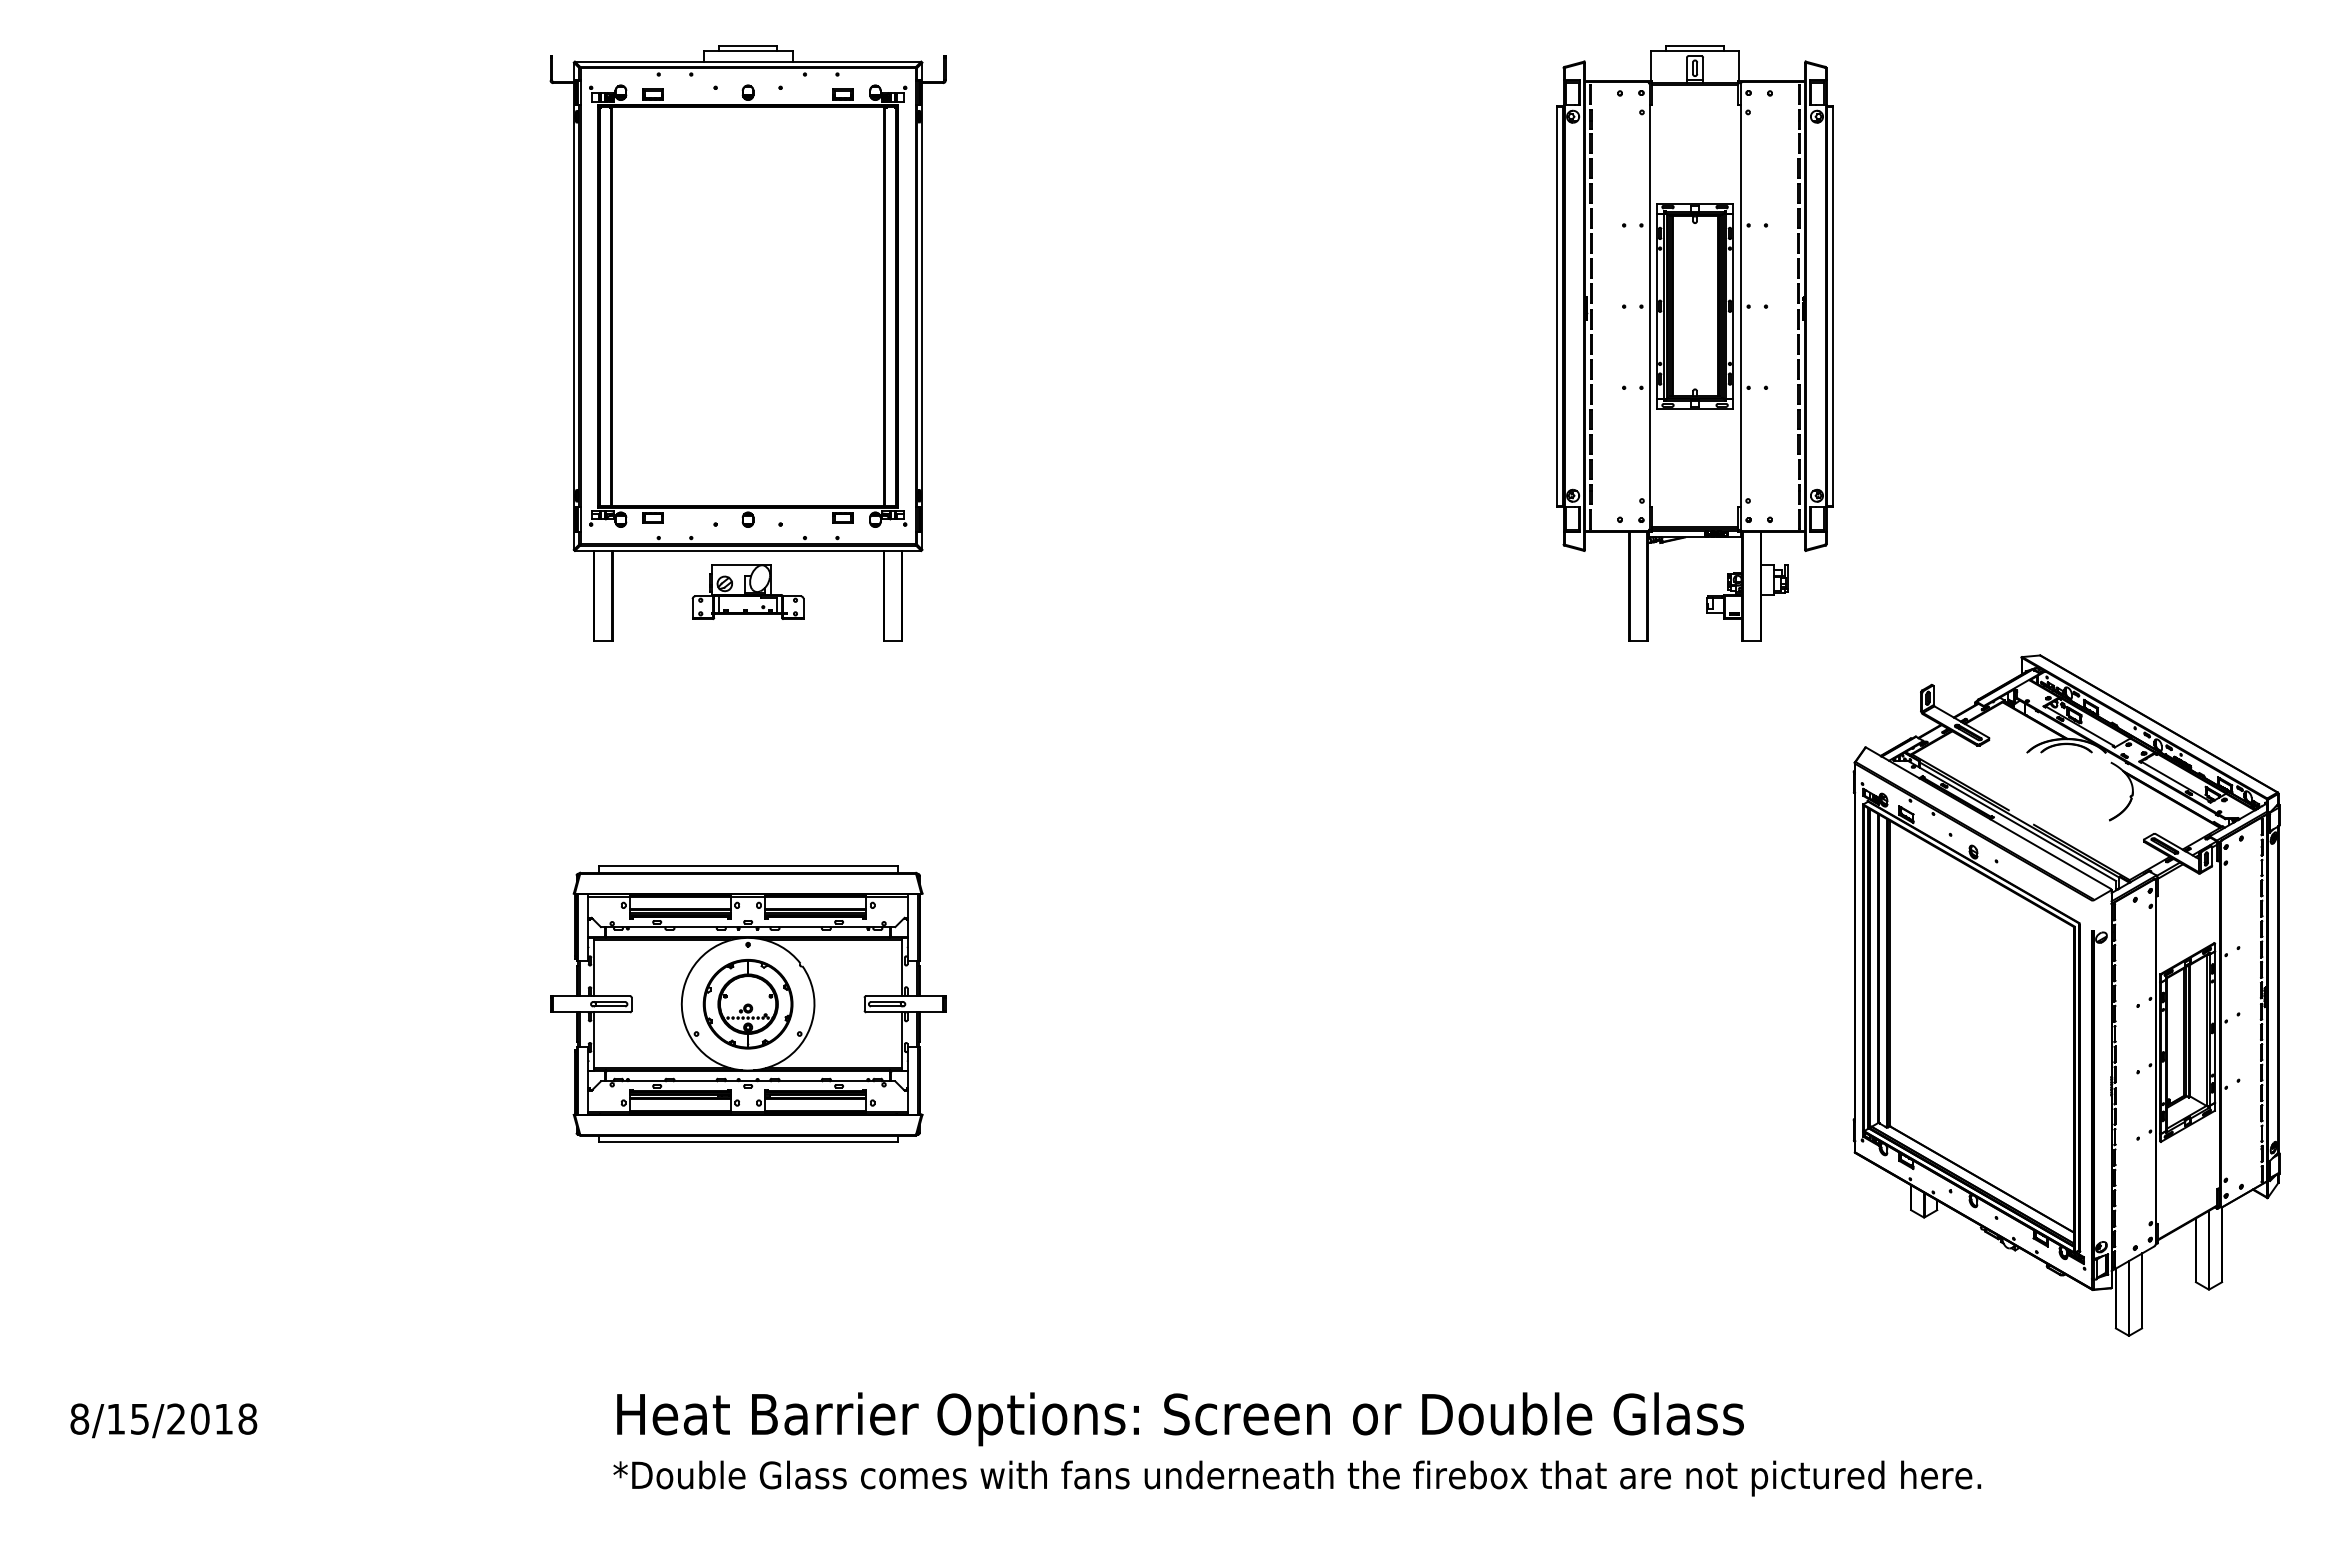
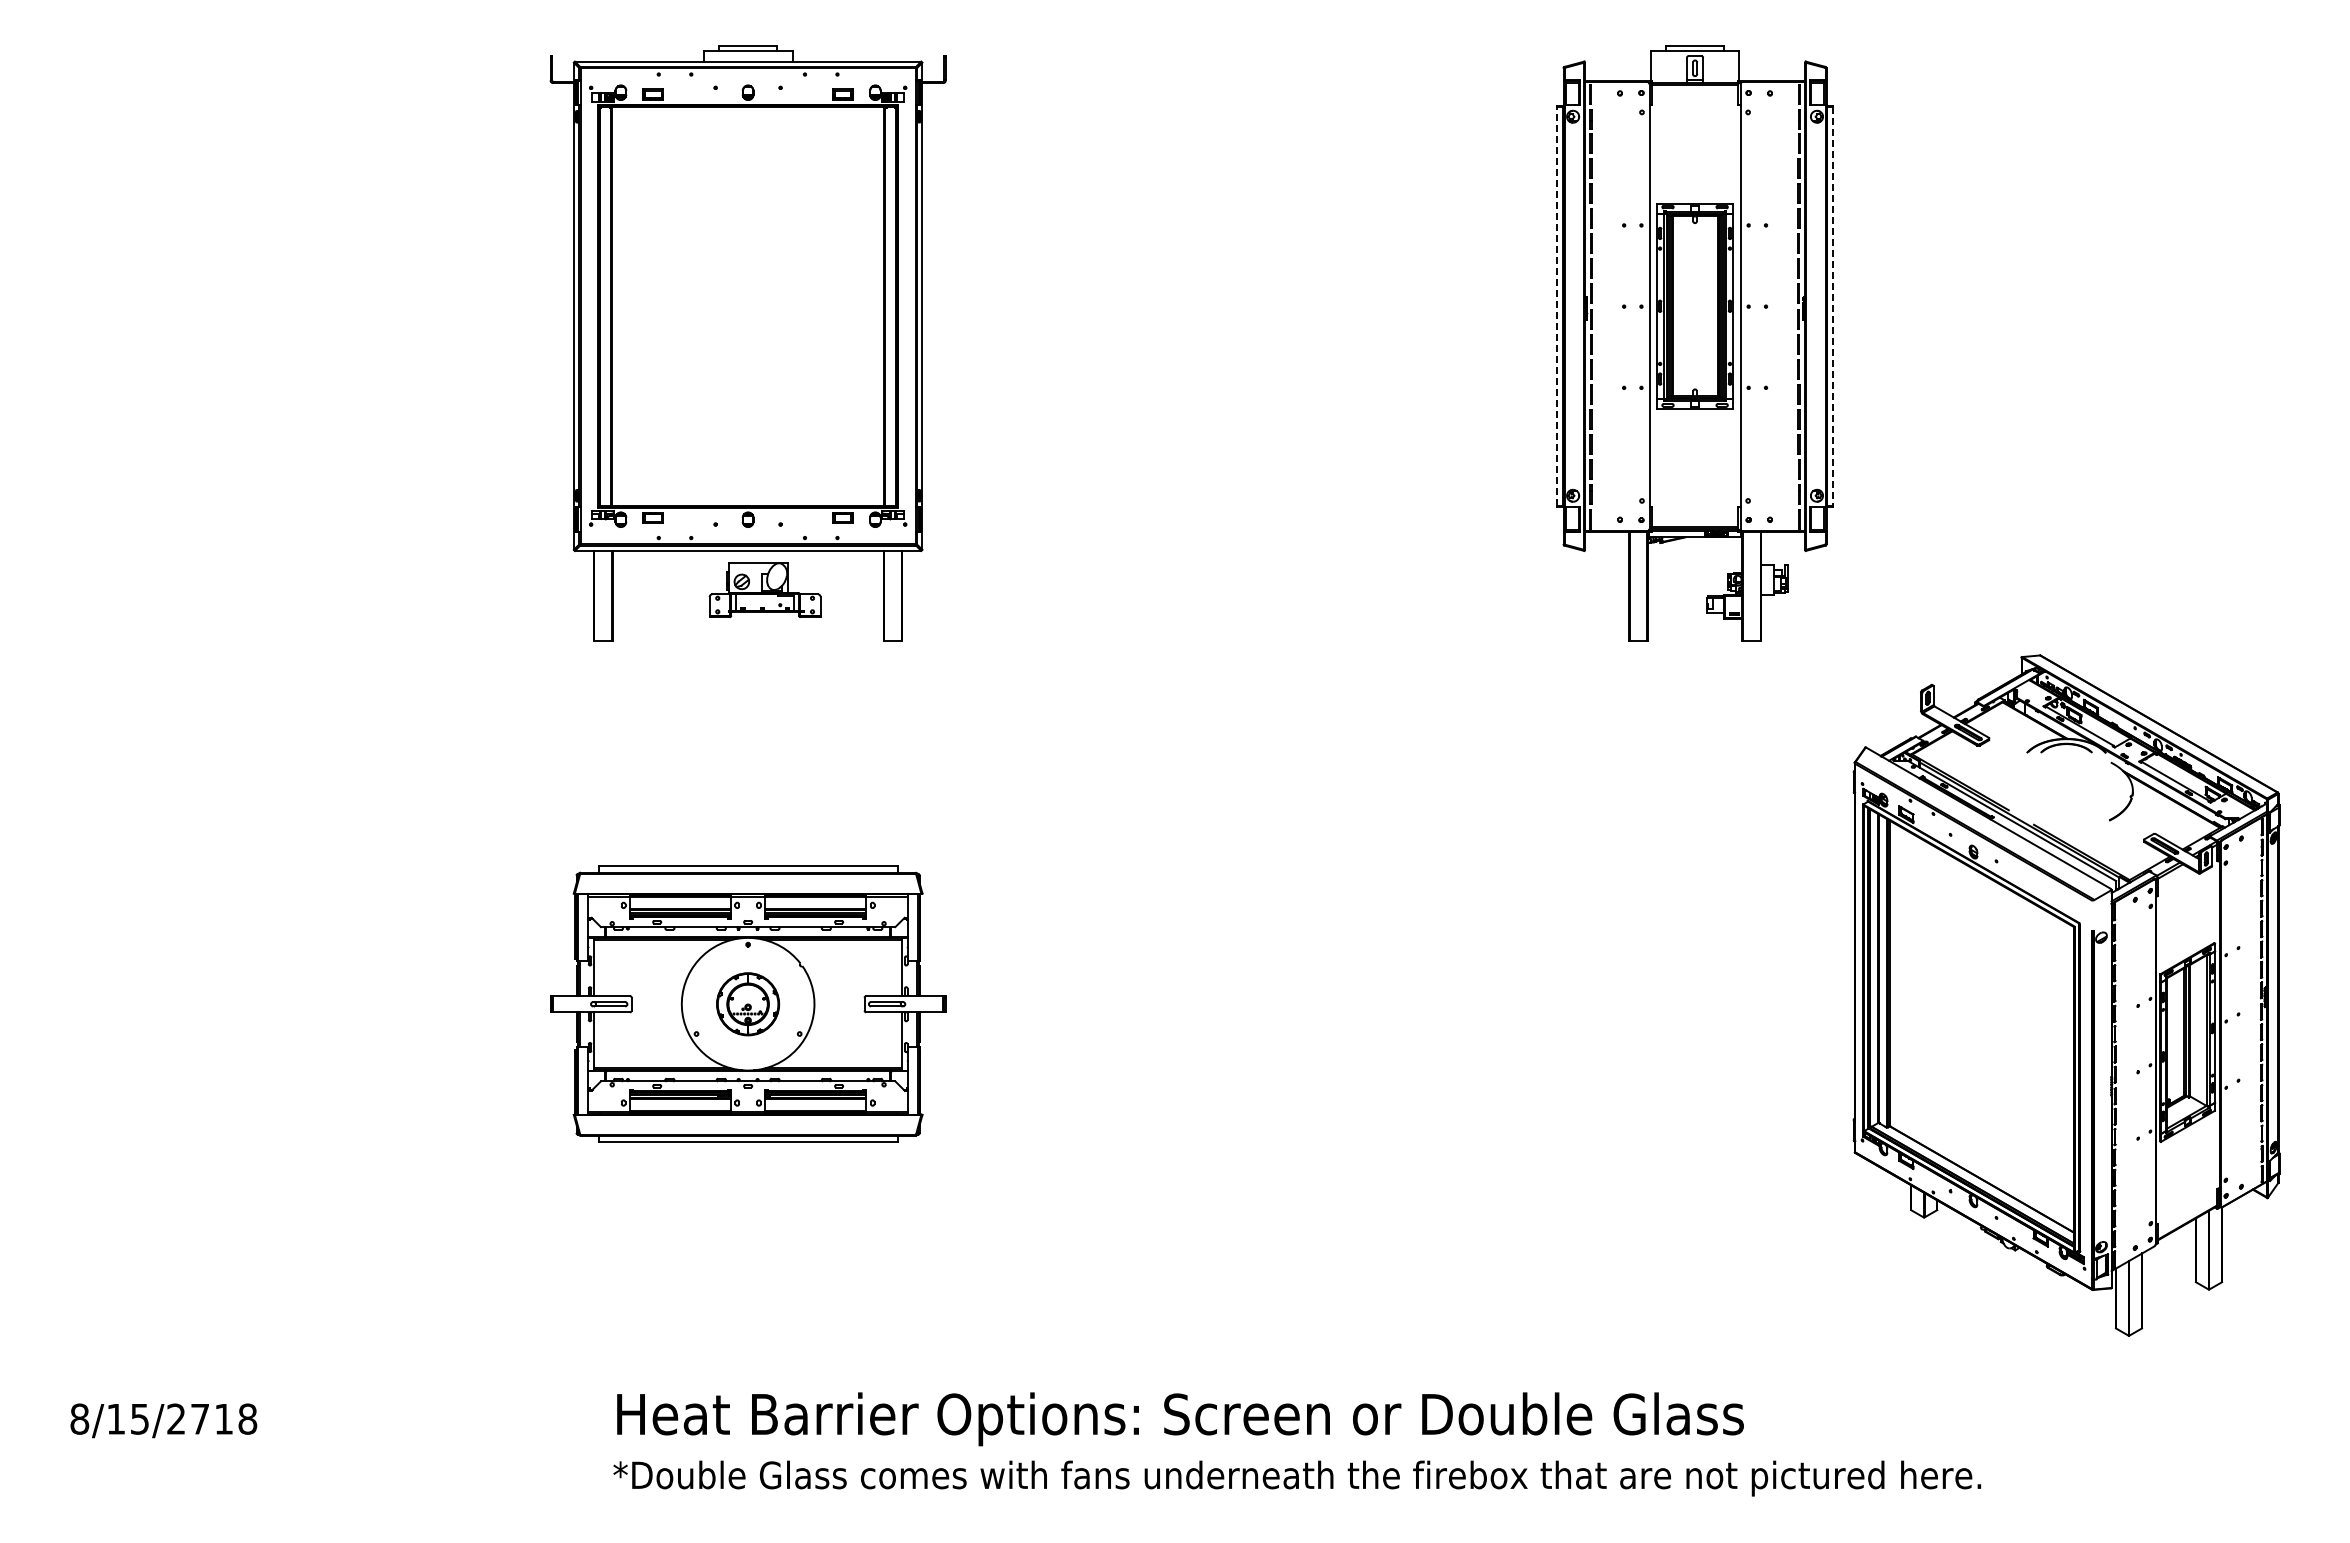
line at (1557, 305): solid -> dashed
line at (1833, 306): solid -> dashed
part at (747, 591) position: (747, 591) -> (764, 589)
part at (747, 1004) size: 92x91 px -> 65x65 px
text at (199, 1418): 8/15/2018 -> 8/15/2718
